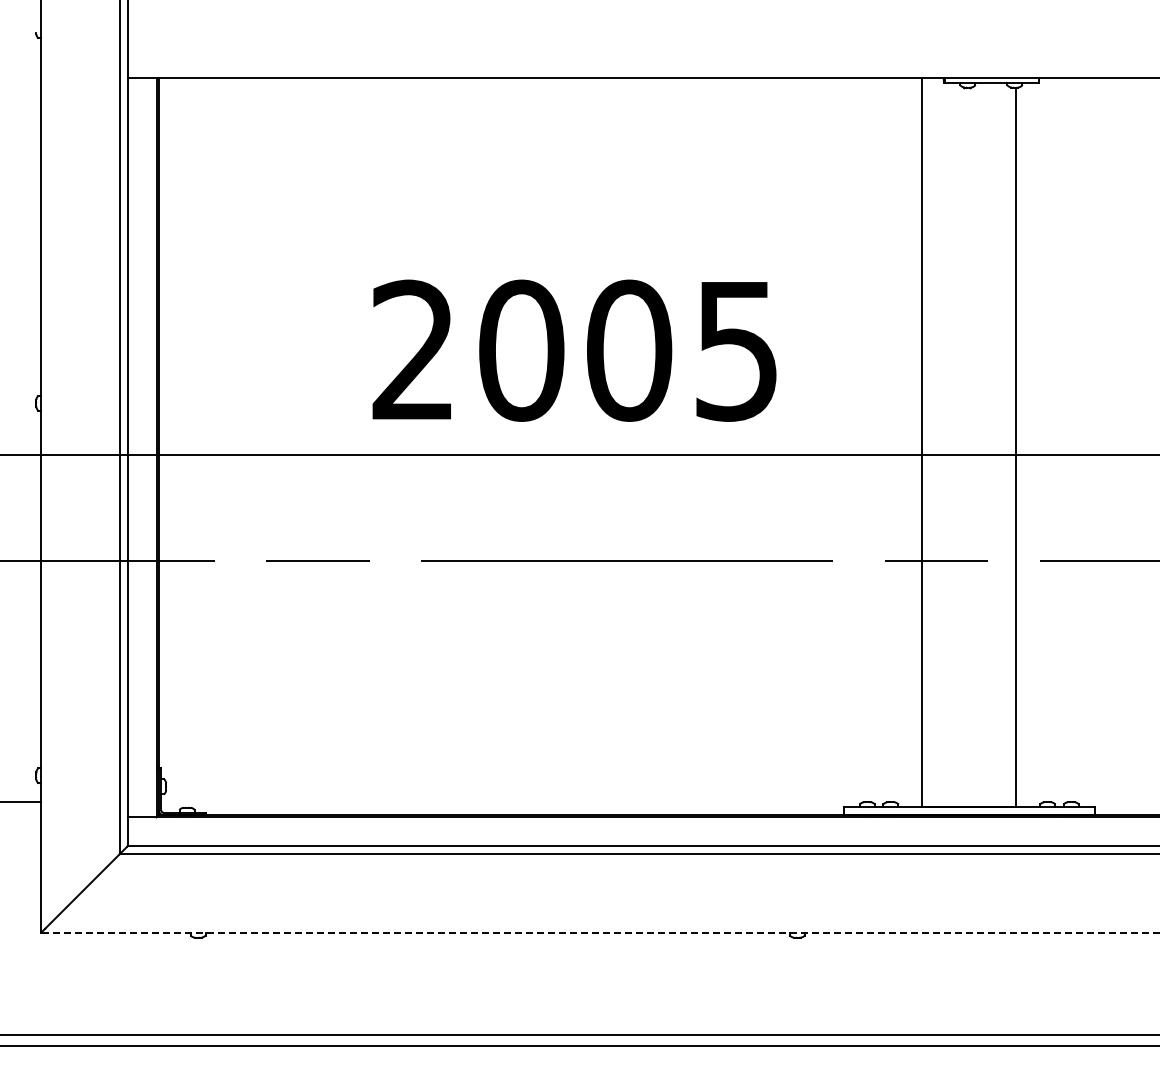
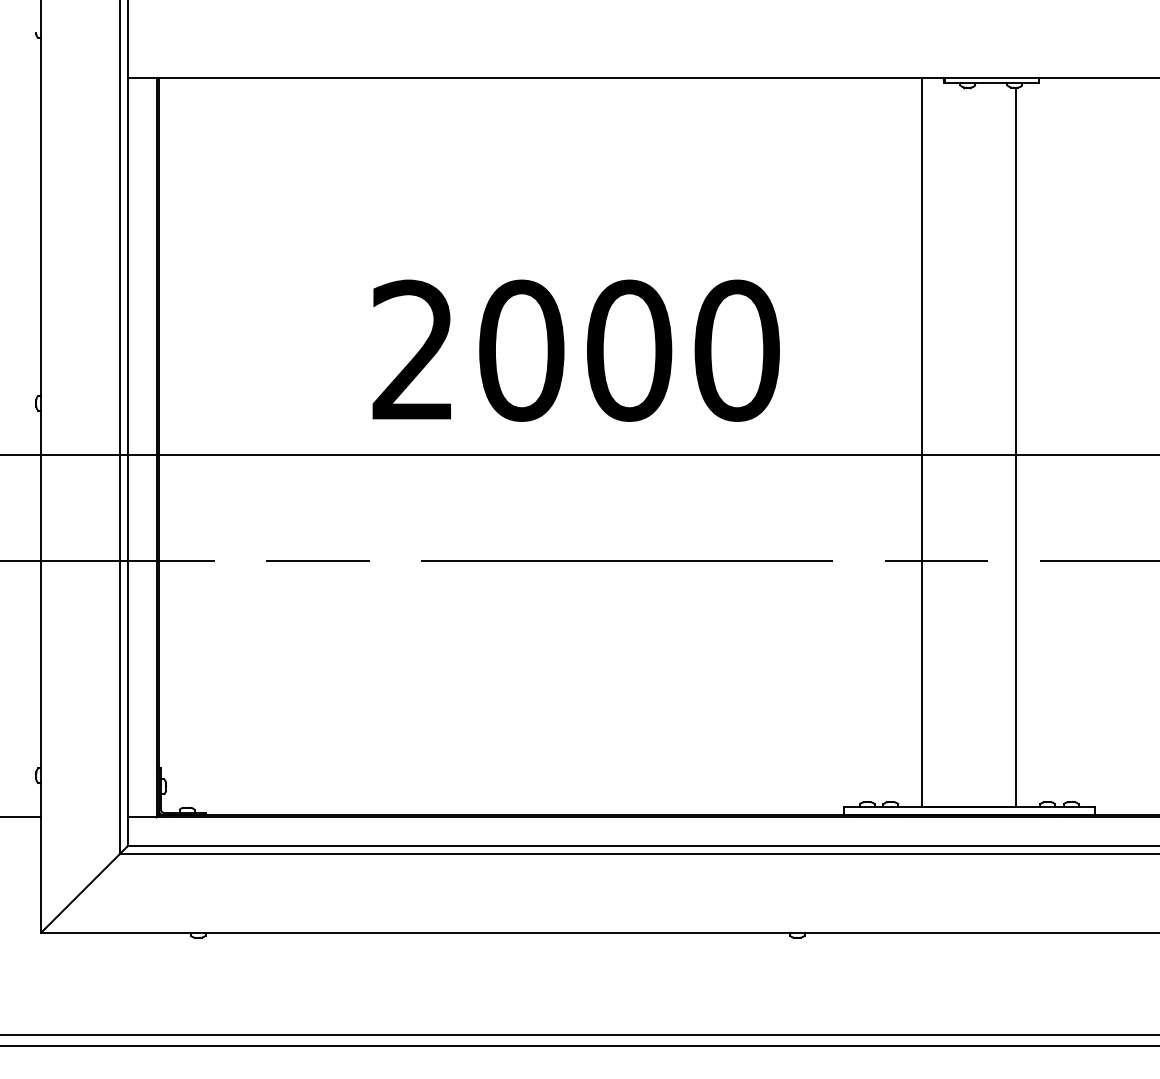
text at (736, 350): 2005 -> 2000
line at (21, 802) position: (21, 802) -> (21, 817)
line at (599, 932): dashed -> solid
